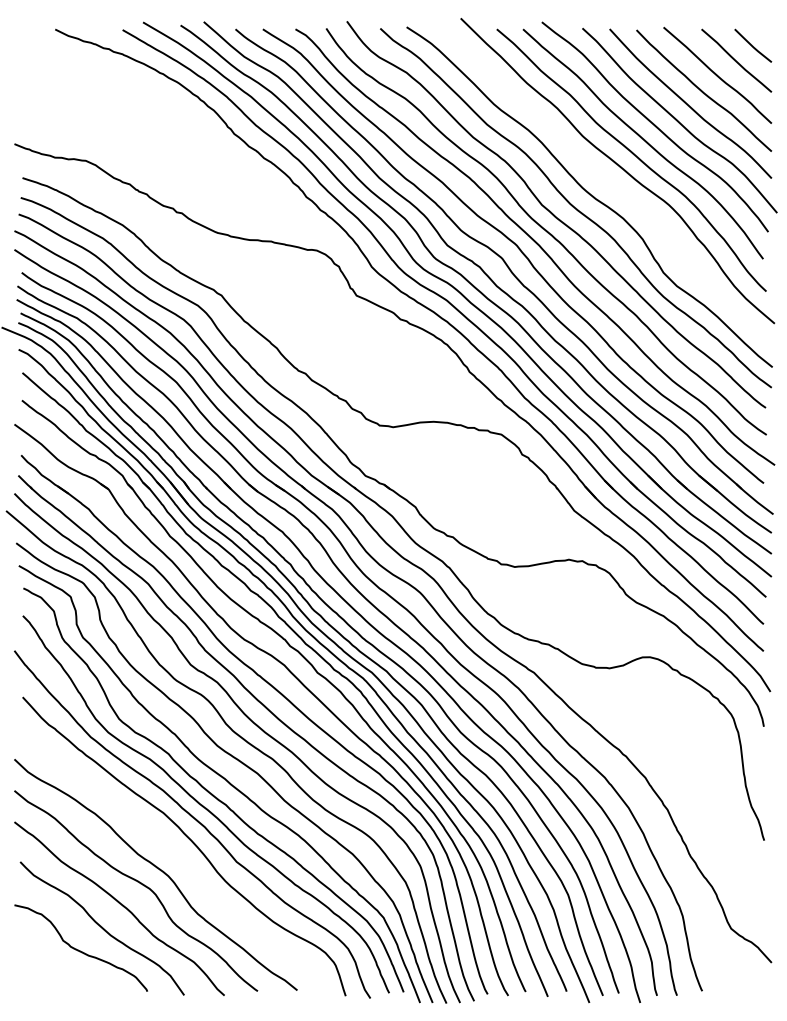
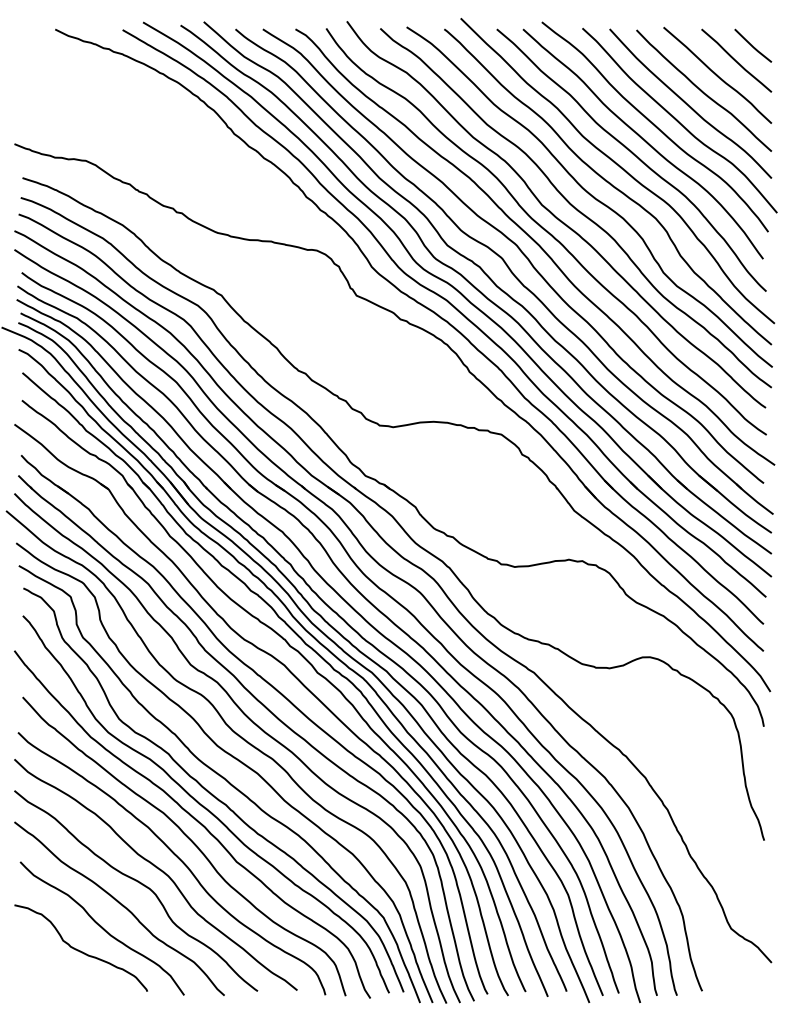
curve at (609, 184): none -> present
curve at (176, 857): none -> present
